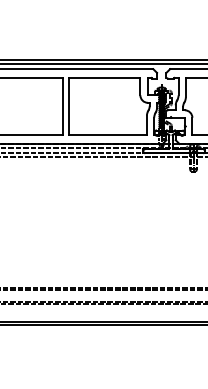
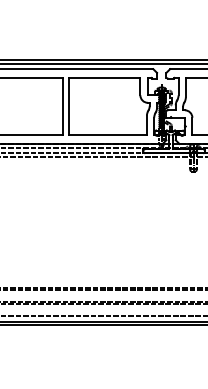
line at (103, 316): none -> present
